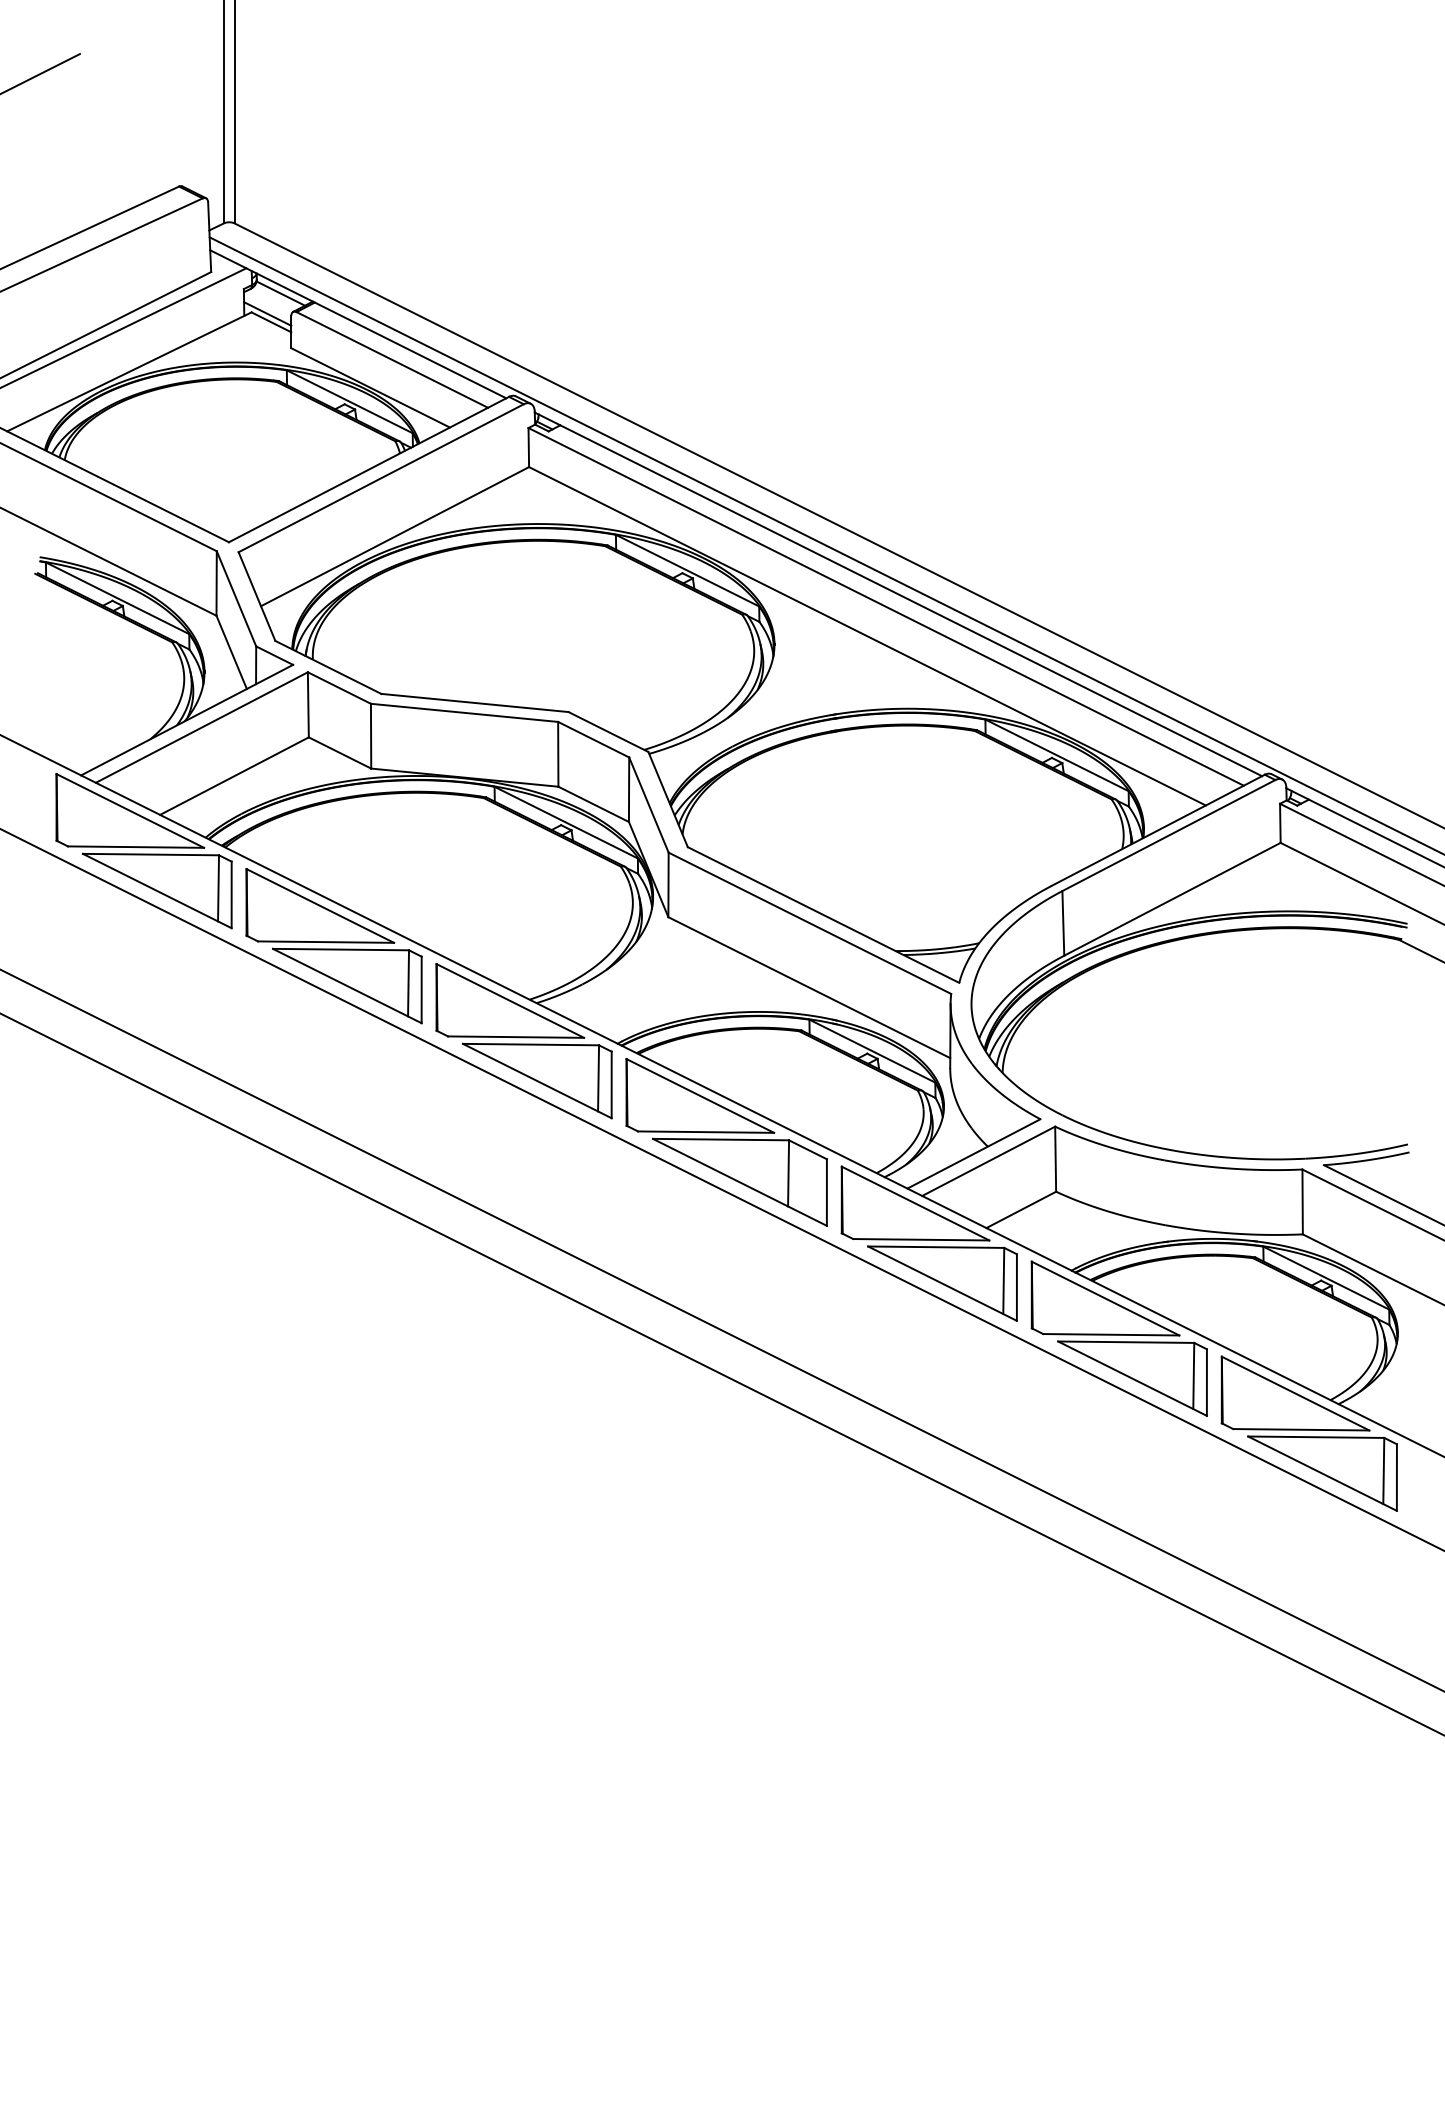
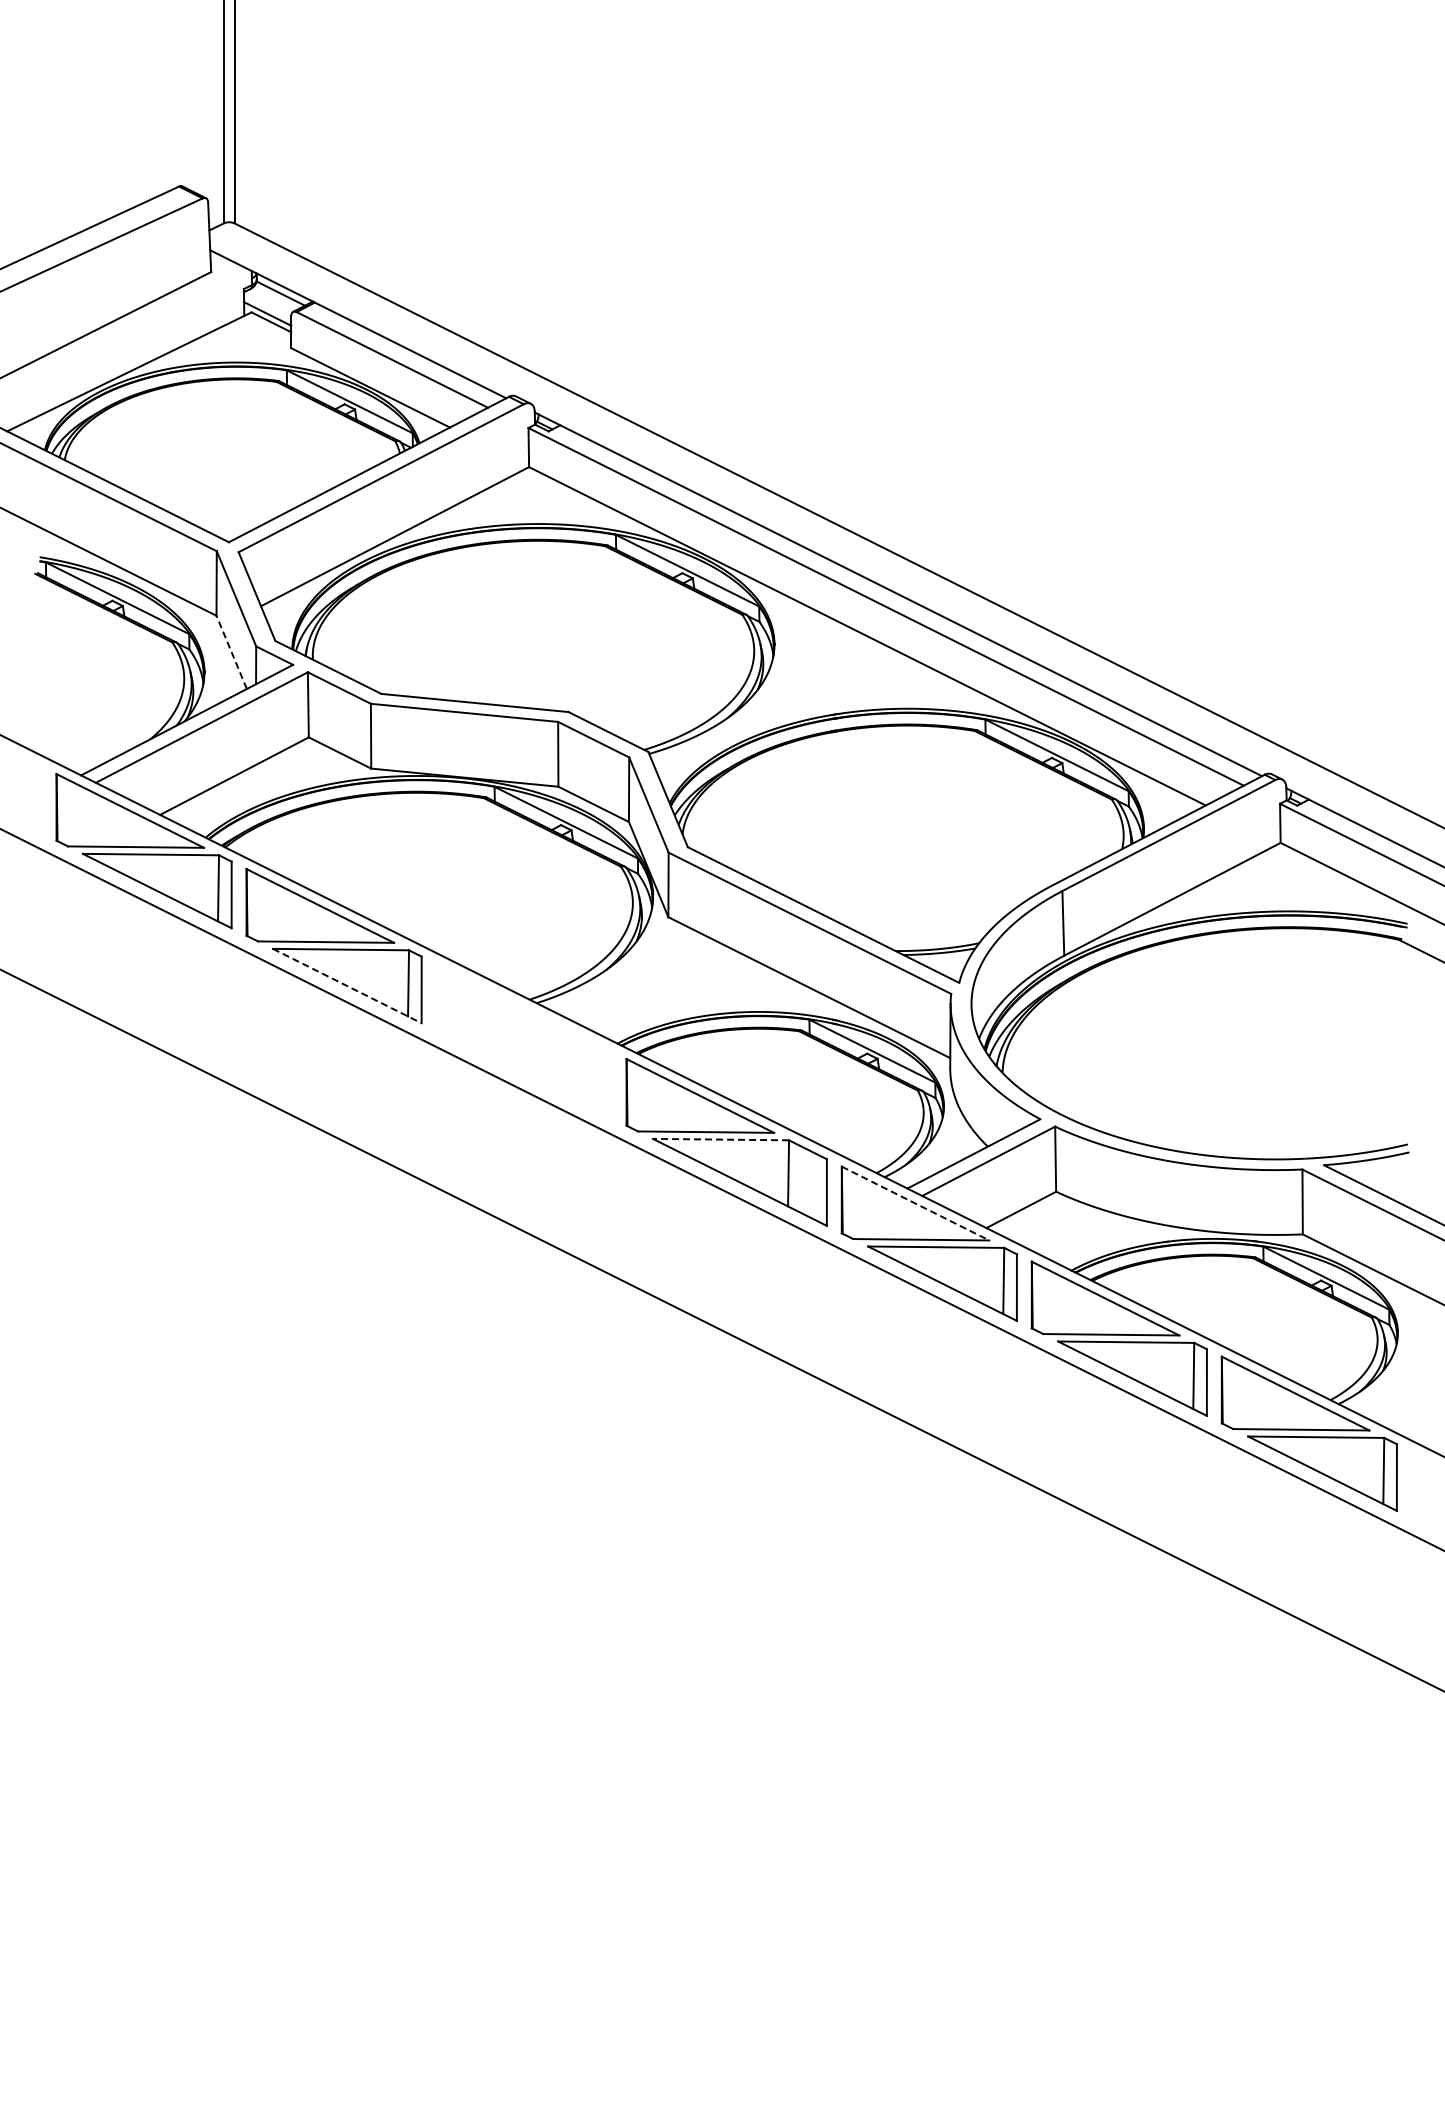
line at (40, 73): present -> none
line at (124, 327): present -> none
line at (825, 545): present -> none
line at (231, 652): solid -> dashed
line at (347, 986): solid -> dashed
part at (523, 1041): present -> none
line at (720, 1139): solid -> dashed
line at (916, 1203): solid -> dashed
line at (721, 1374): present -> none
